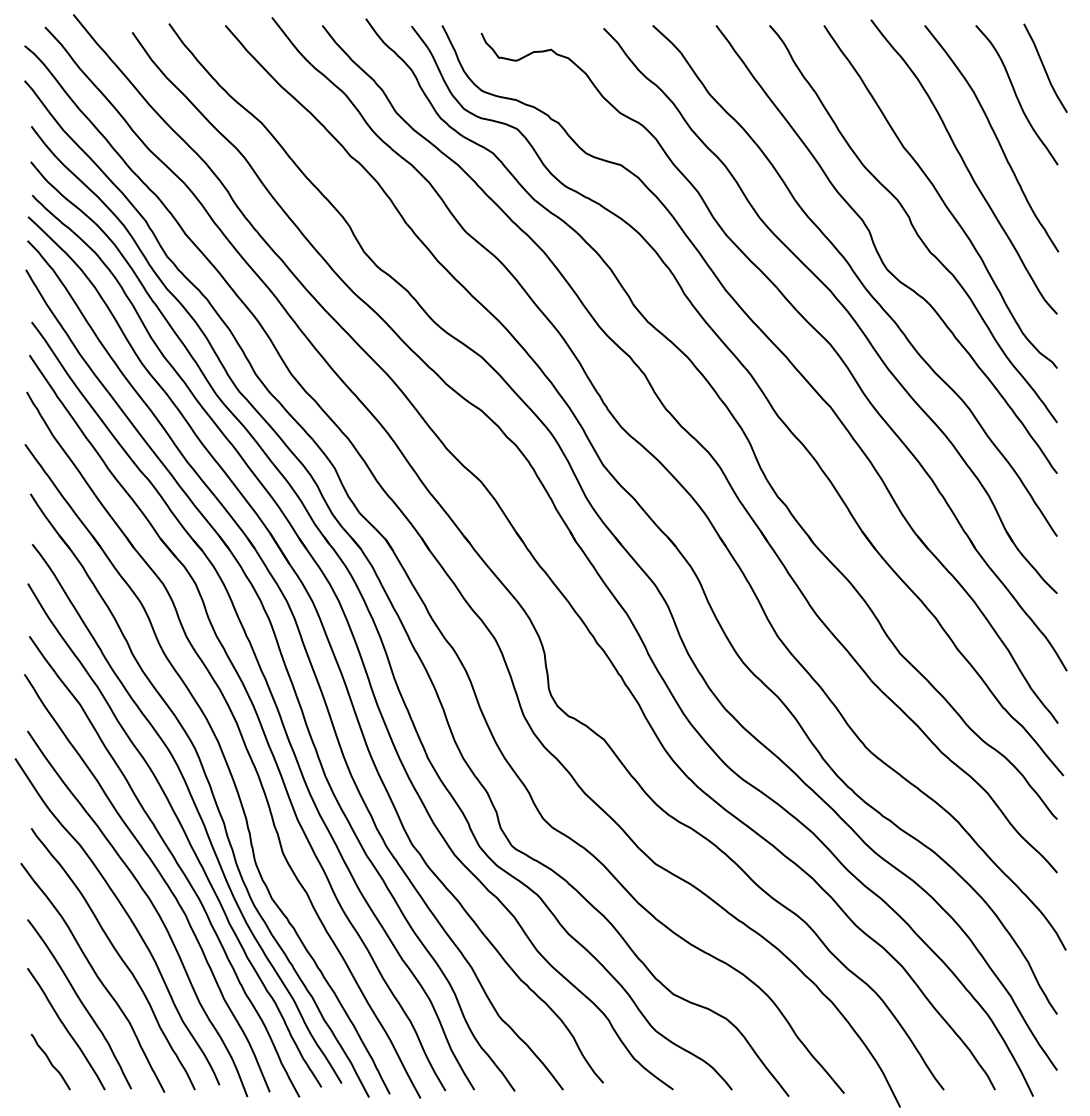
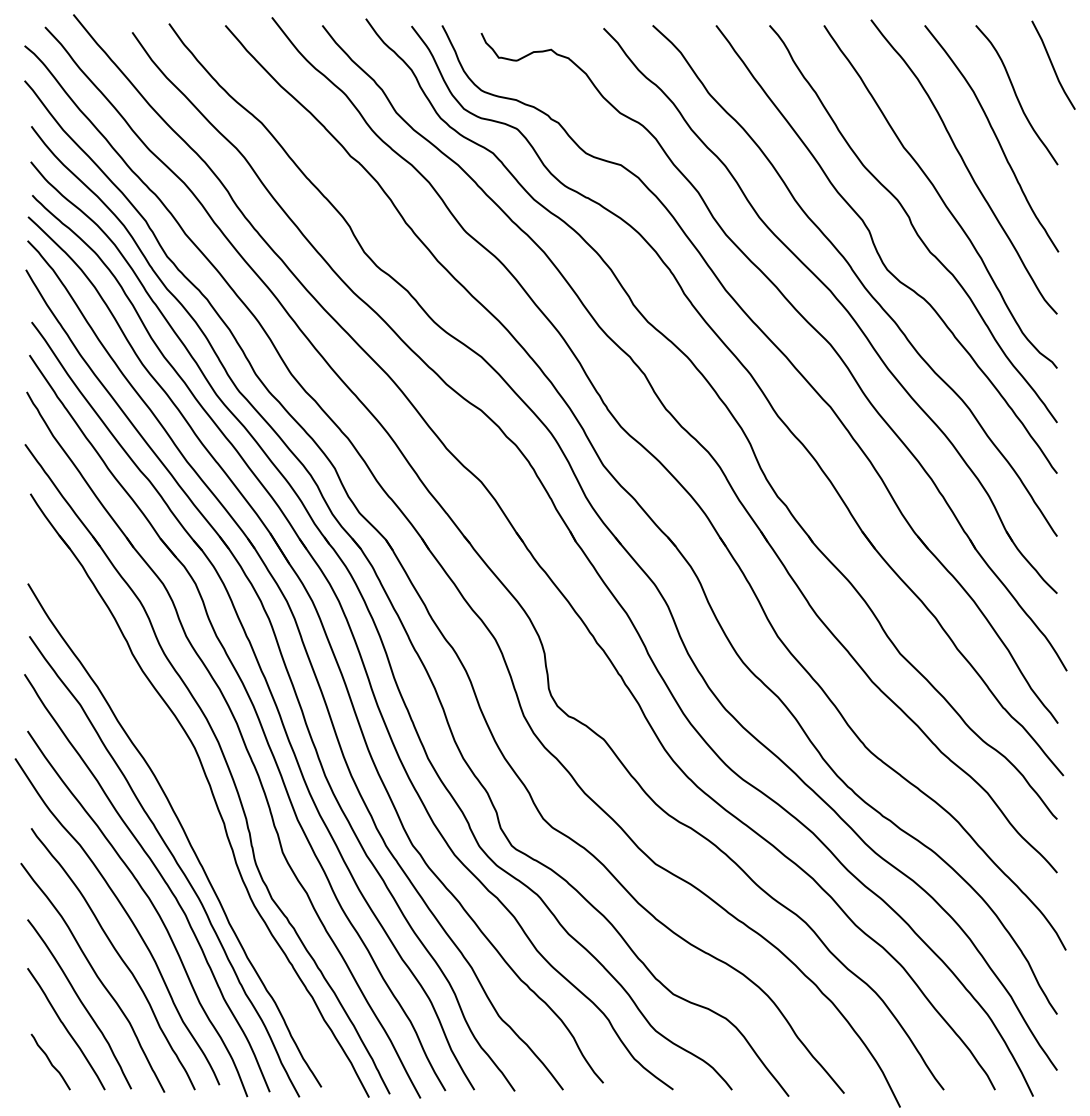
line at (1044, 67) position: (1044, 67) -> (1052, 64)
curve at (195, 808): present -> none
